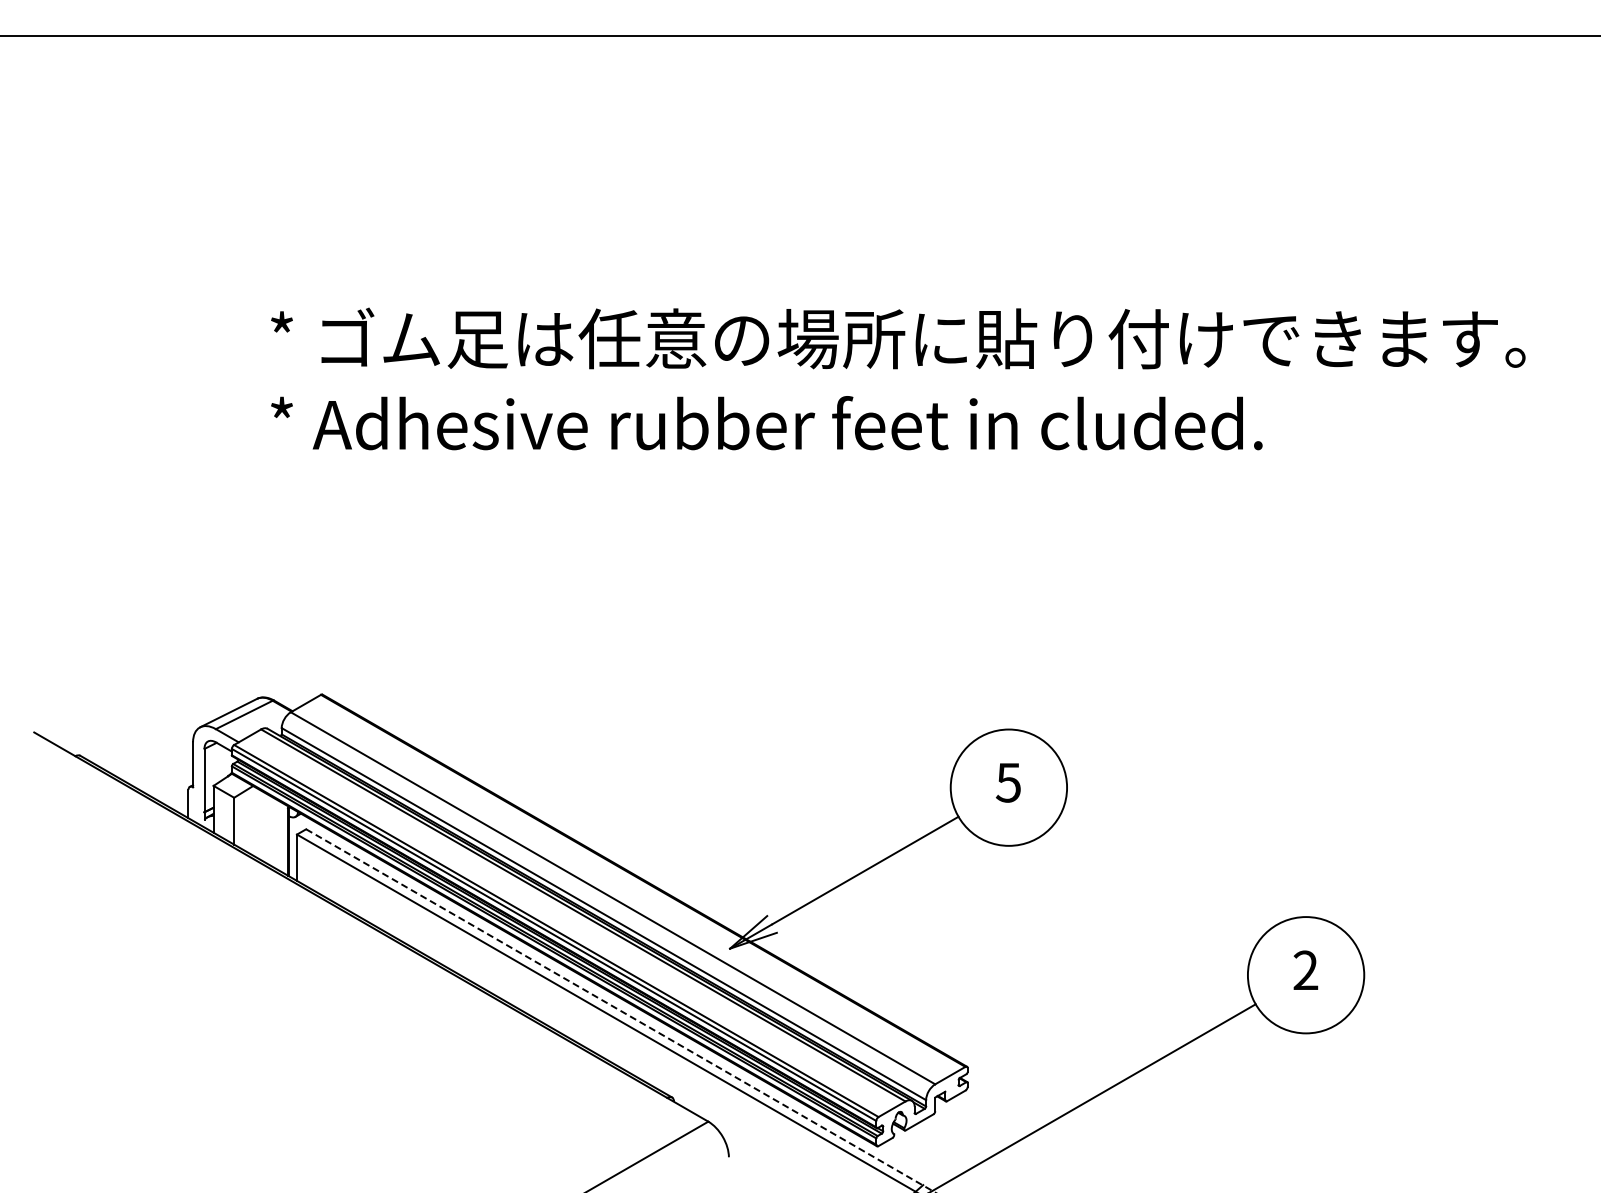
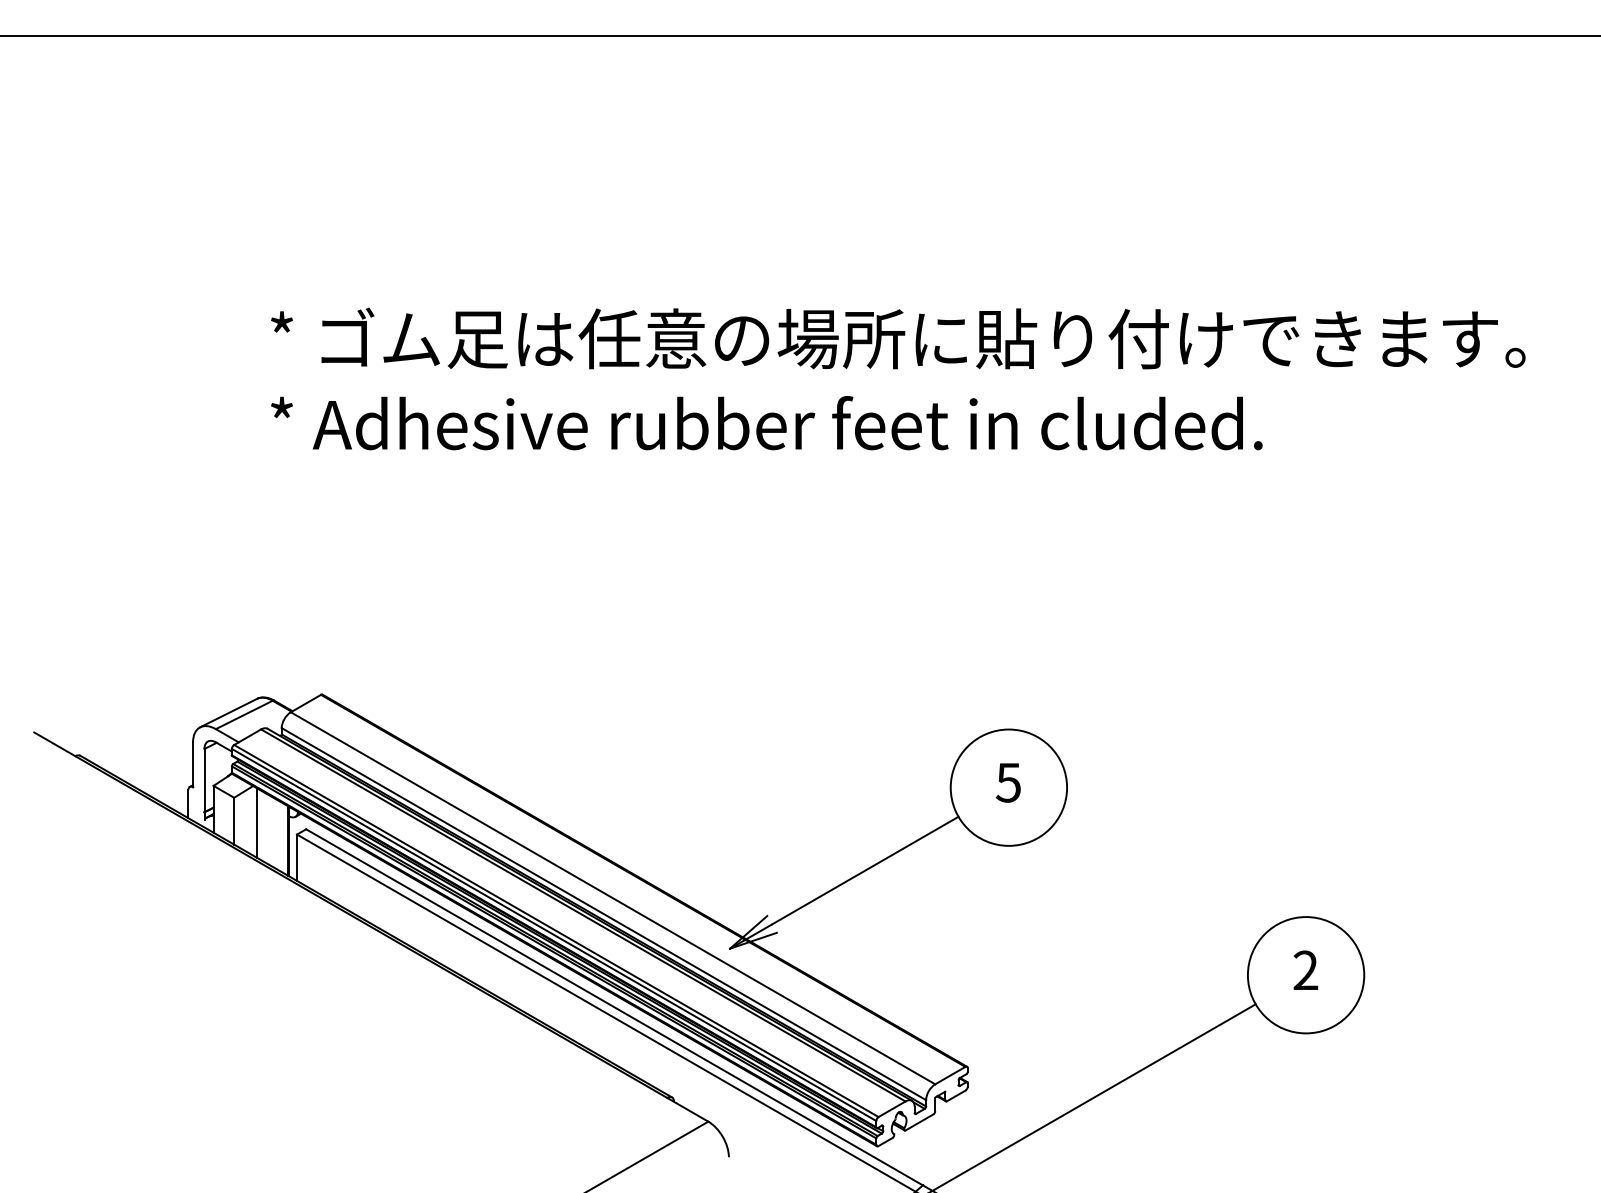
line at (257, 822): none -> present
line at (621, 1011): dashed -> solid
